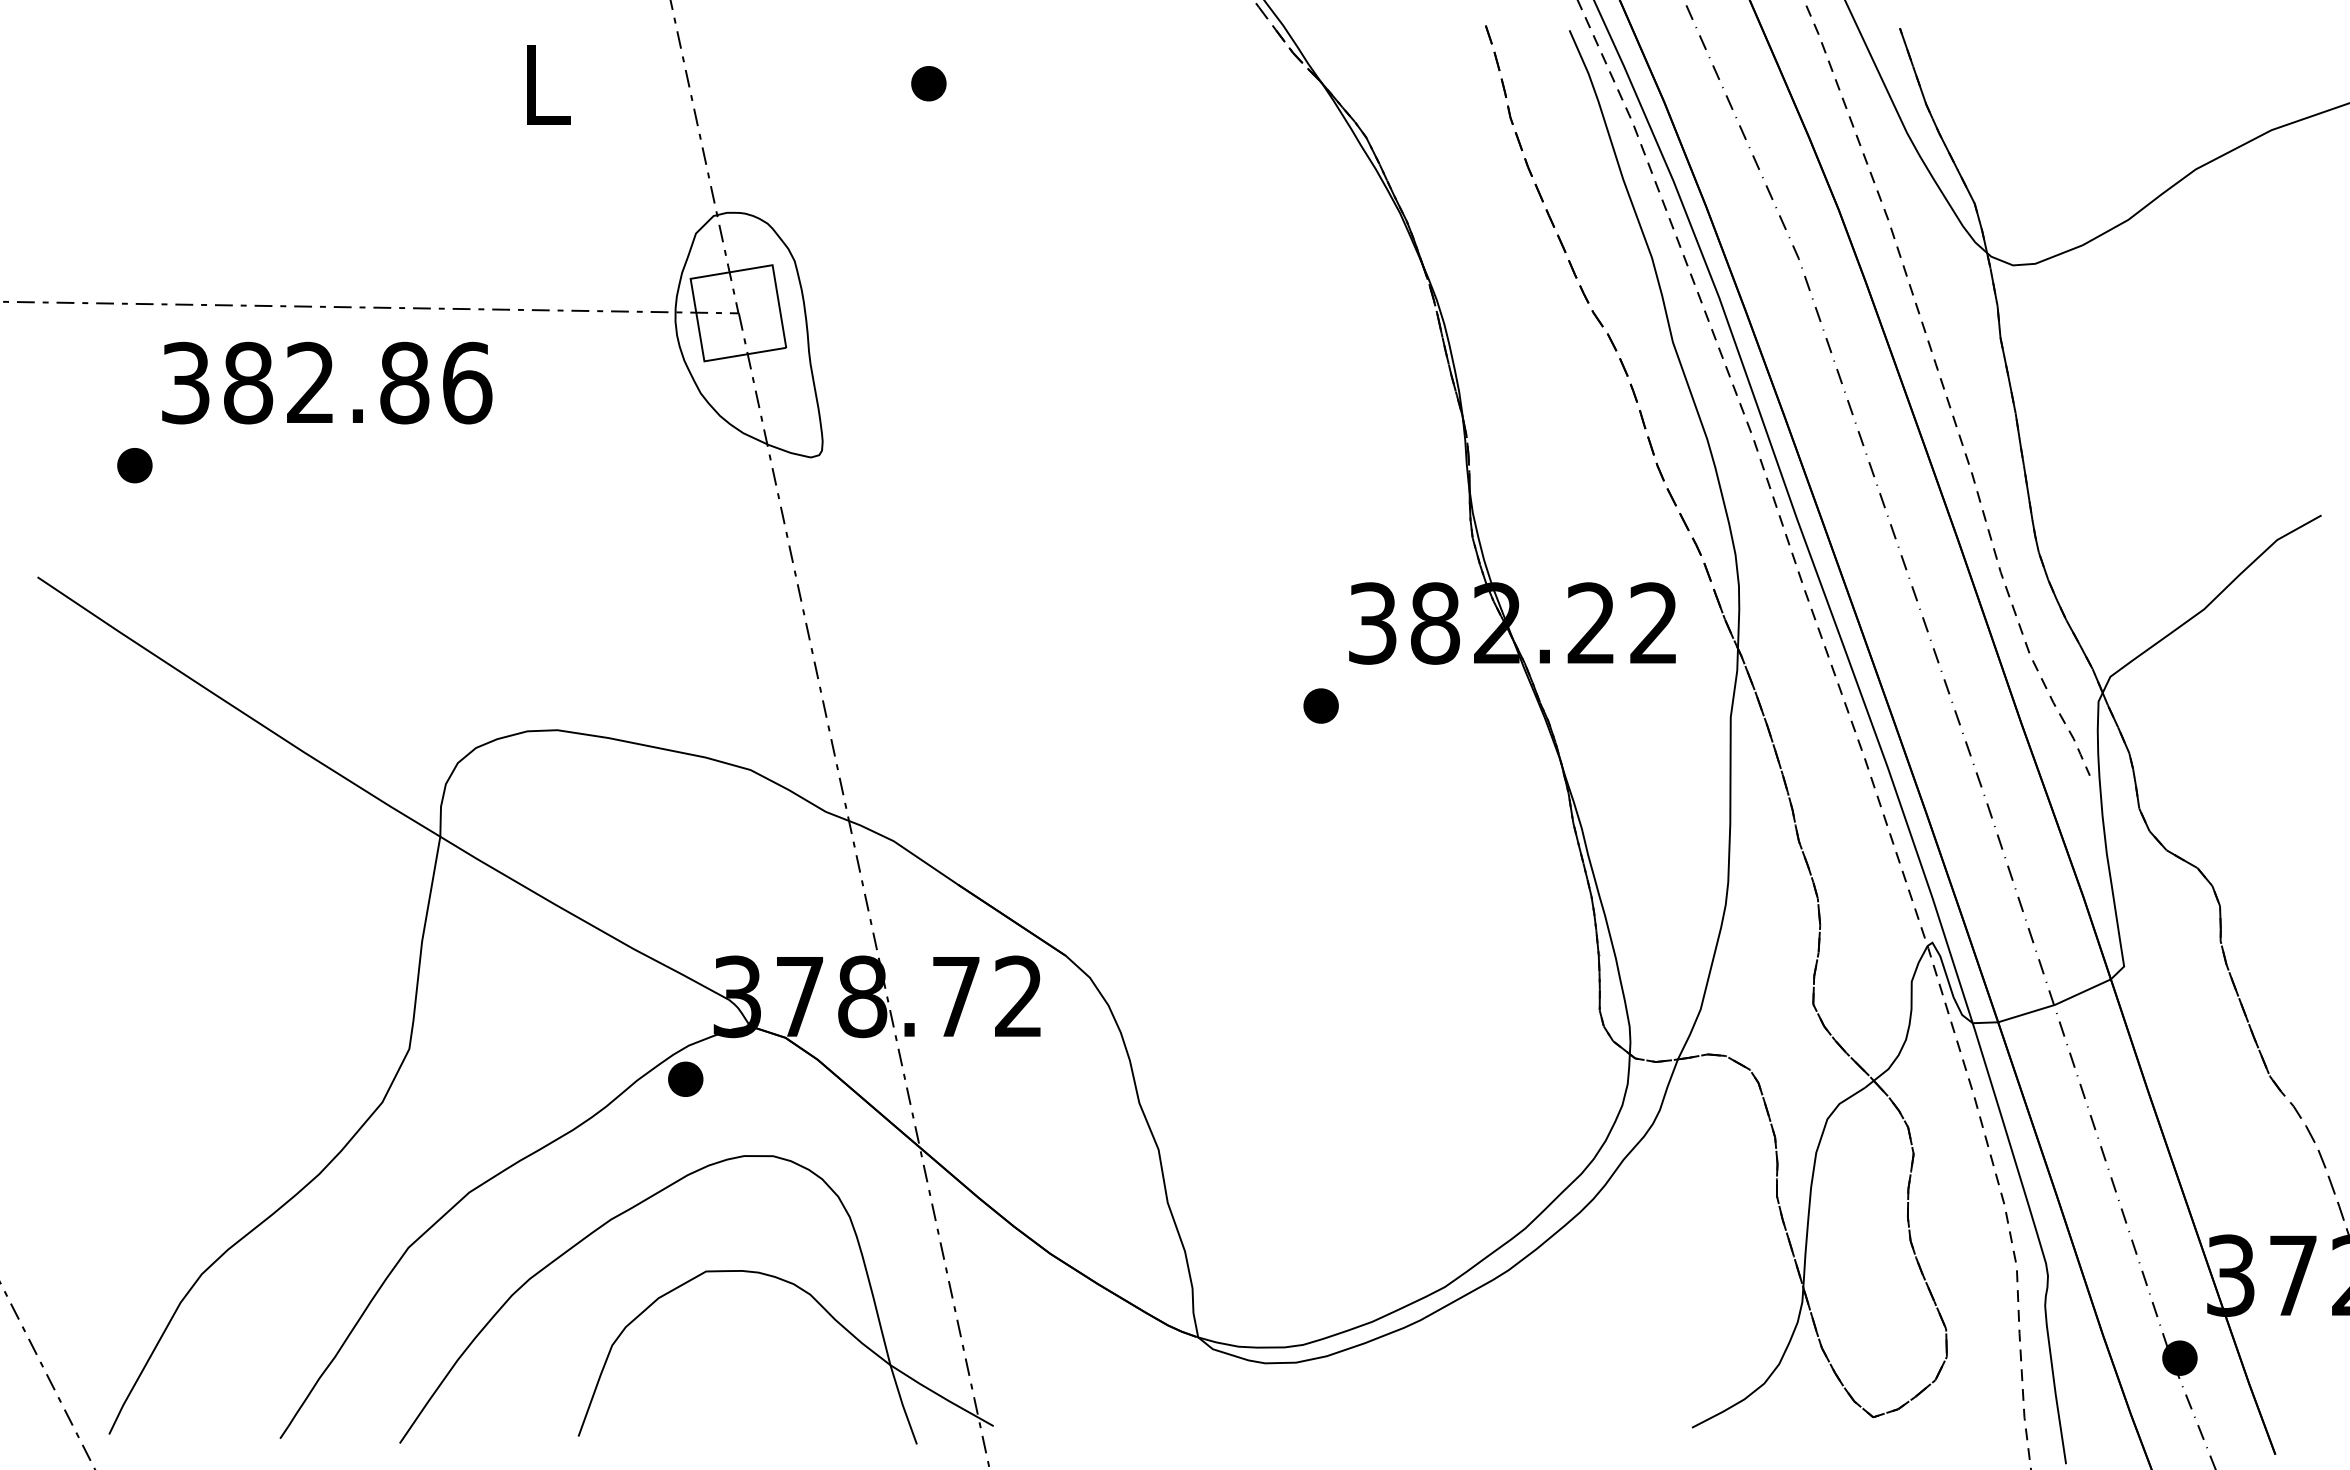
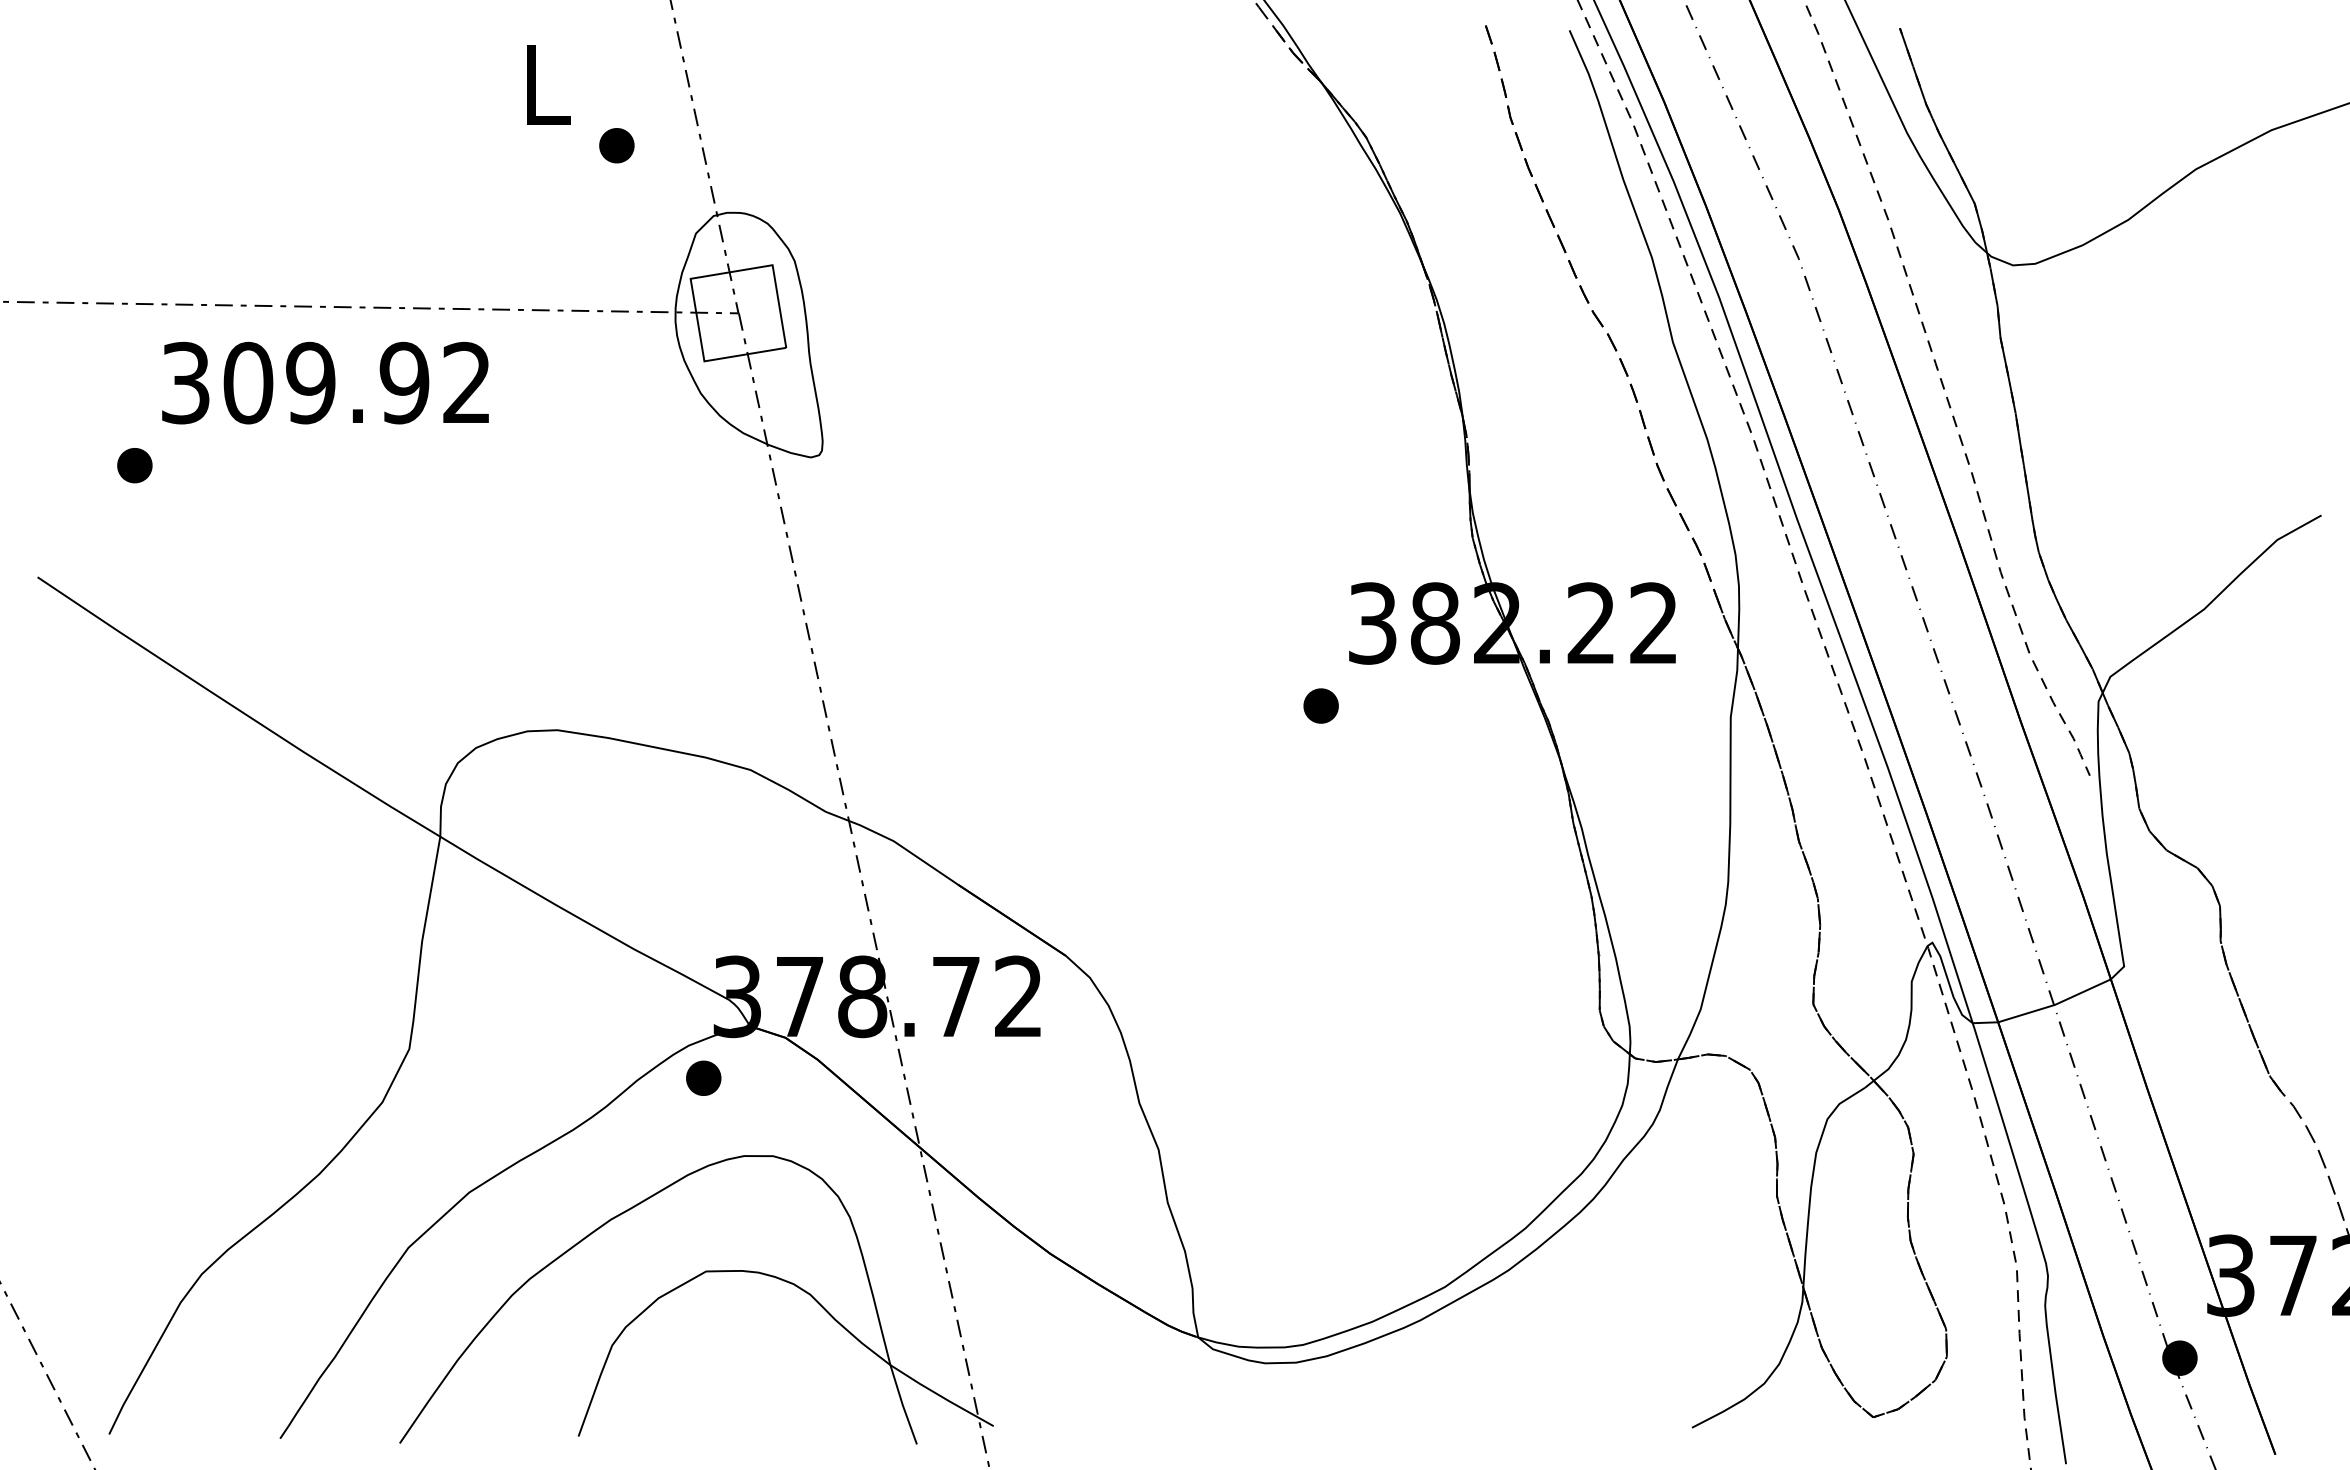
part at (928, 83) position: (928, 83) -> (616, 145)
text at (357, 382): 382.86 -> 309.92
part at (685, 1078) position: (685, 1078) -> (703, 1077)
